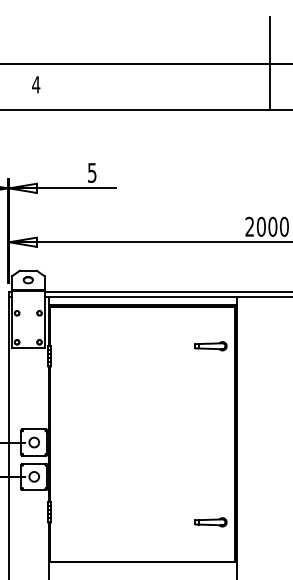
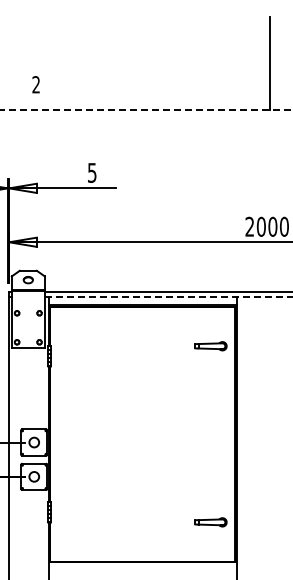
line at (145, 63): present -> none
text at (36, 84): 4 -> 2
line at (146, 110): solid -> dashed
line at (168, 297): solid -> dashed
